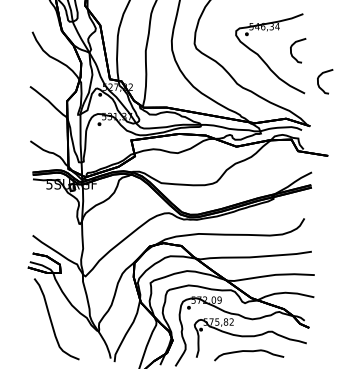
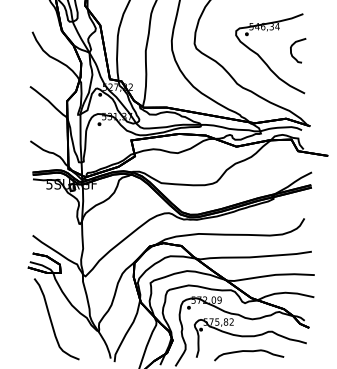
curve at (319, 84): present -> none
